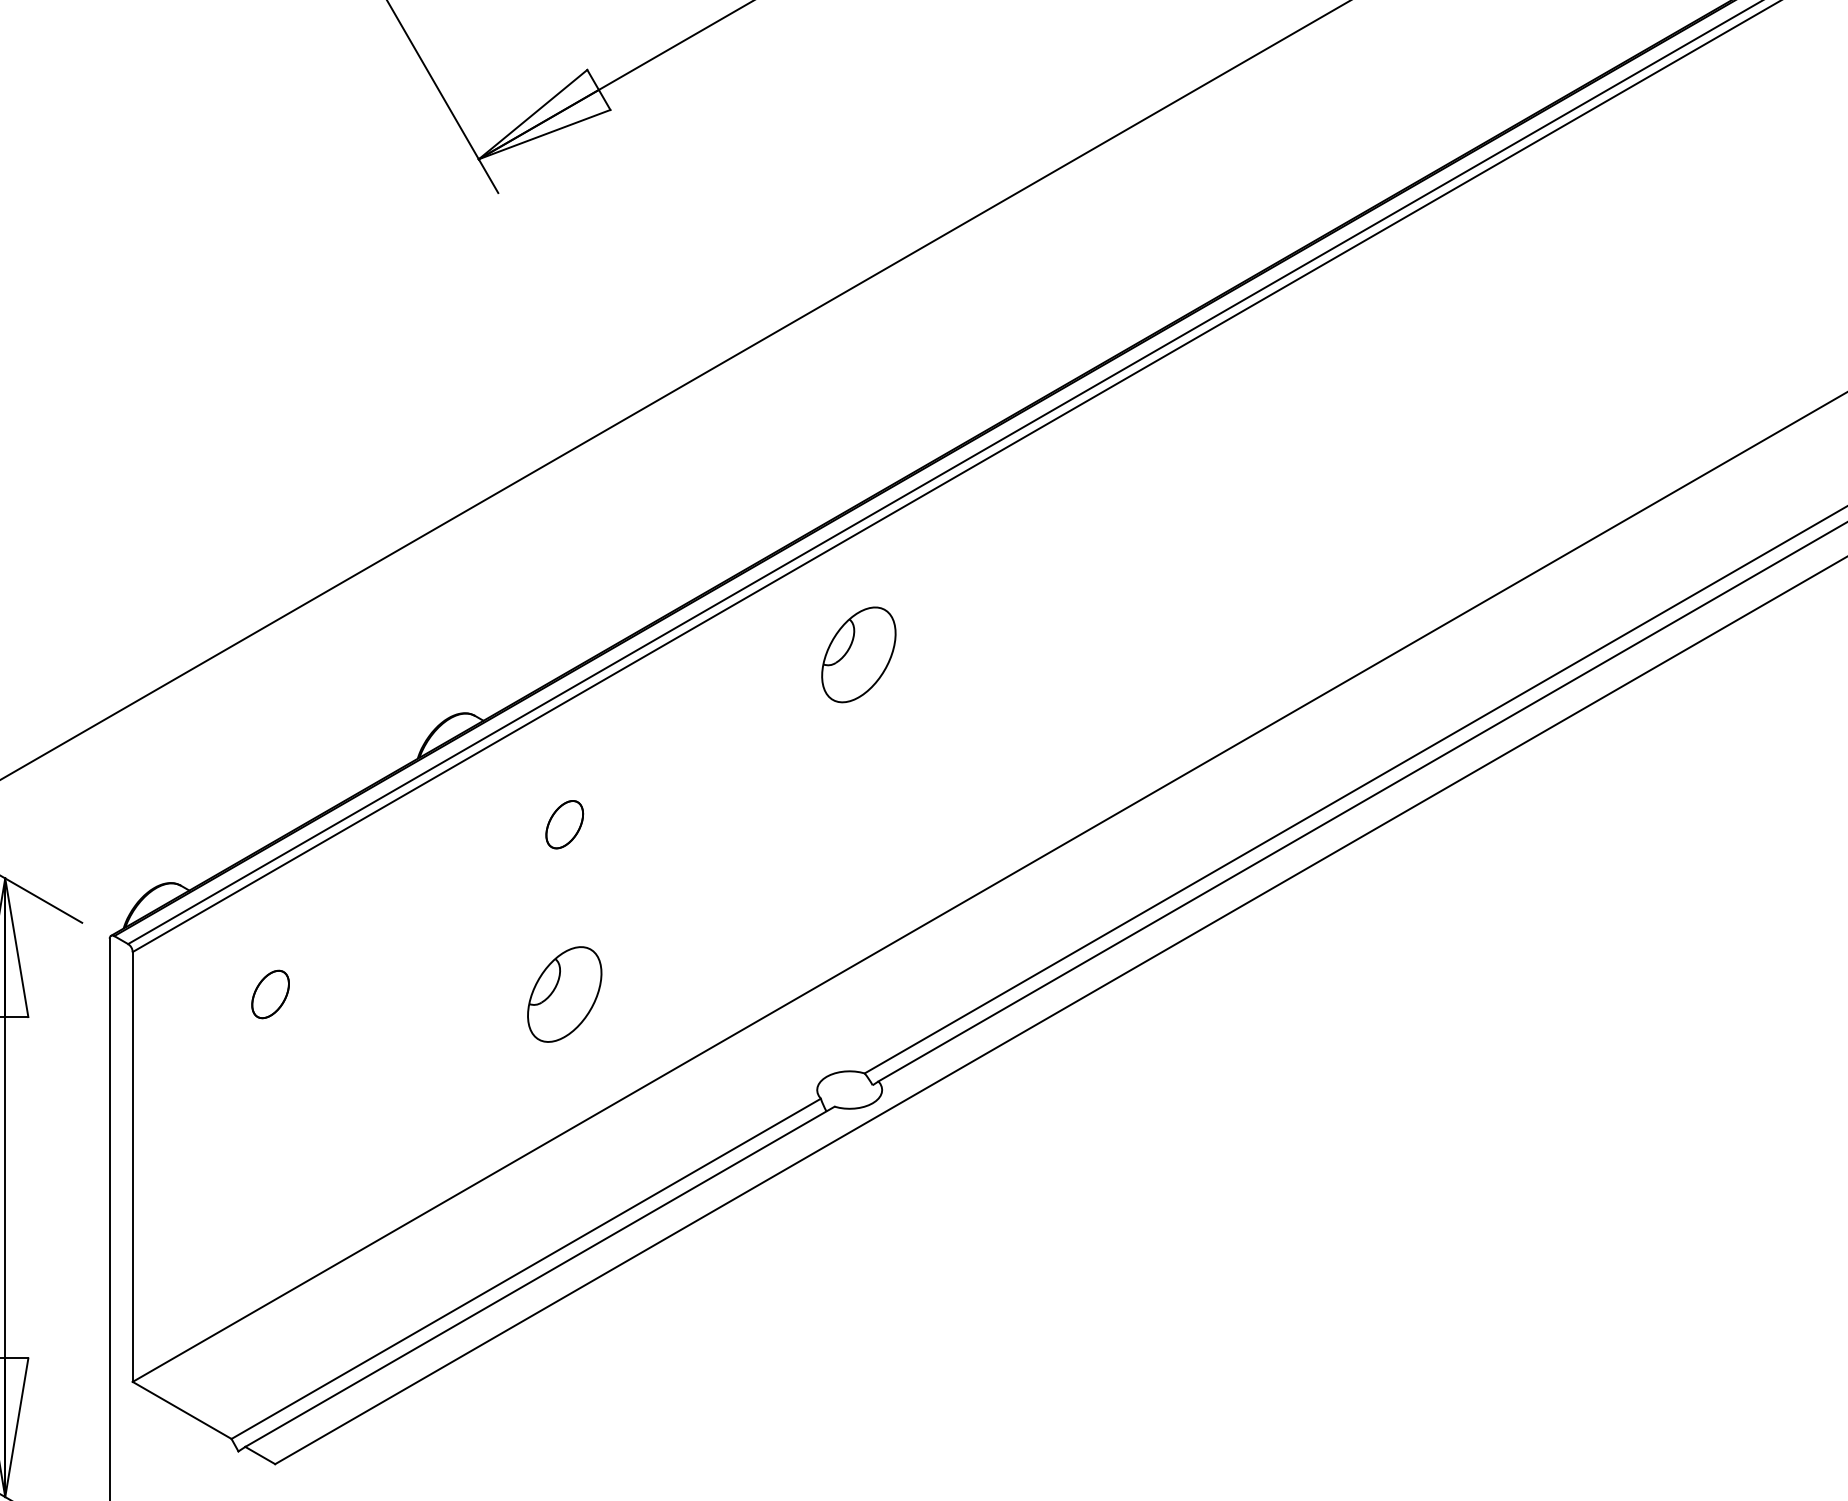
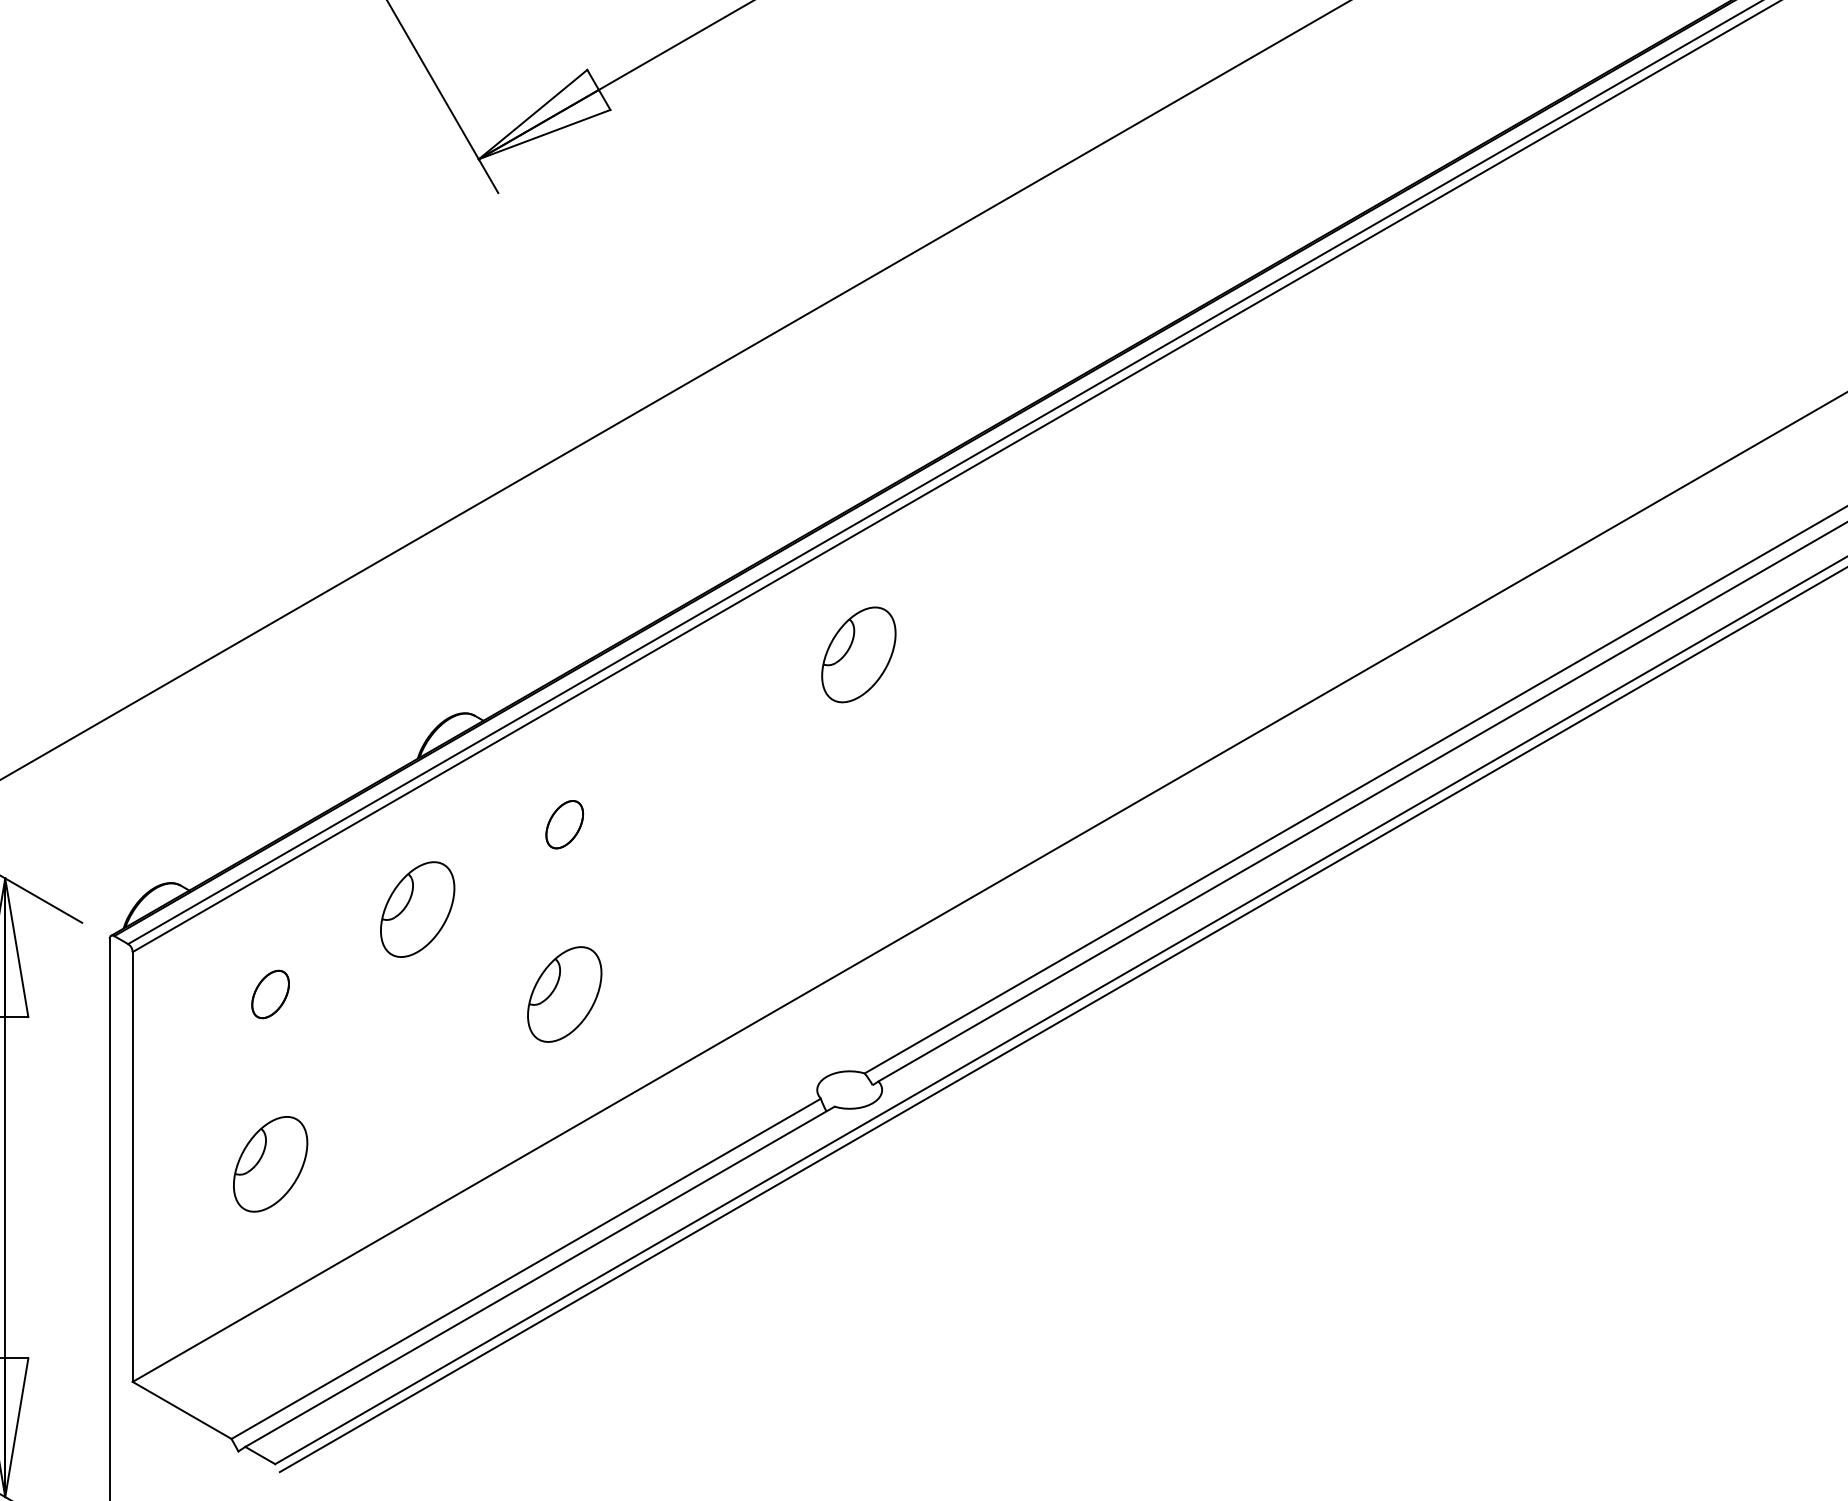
part at (417, 909): none -> present
line at (1061, 1020): none -> present
part at (270, 1164): none -> present
